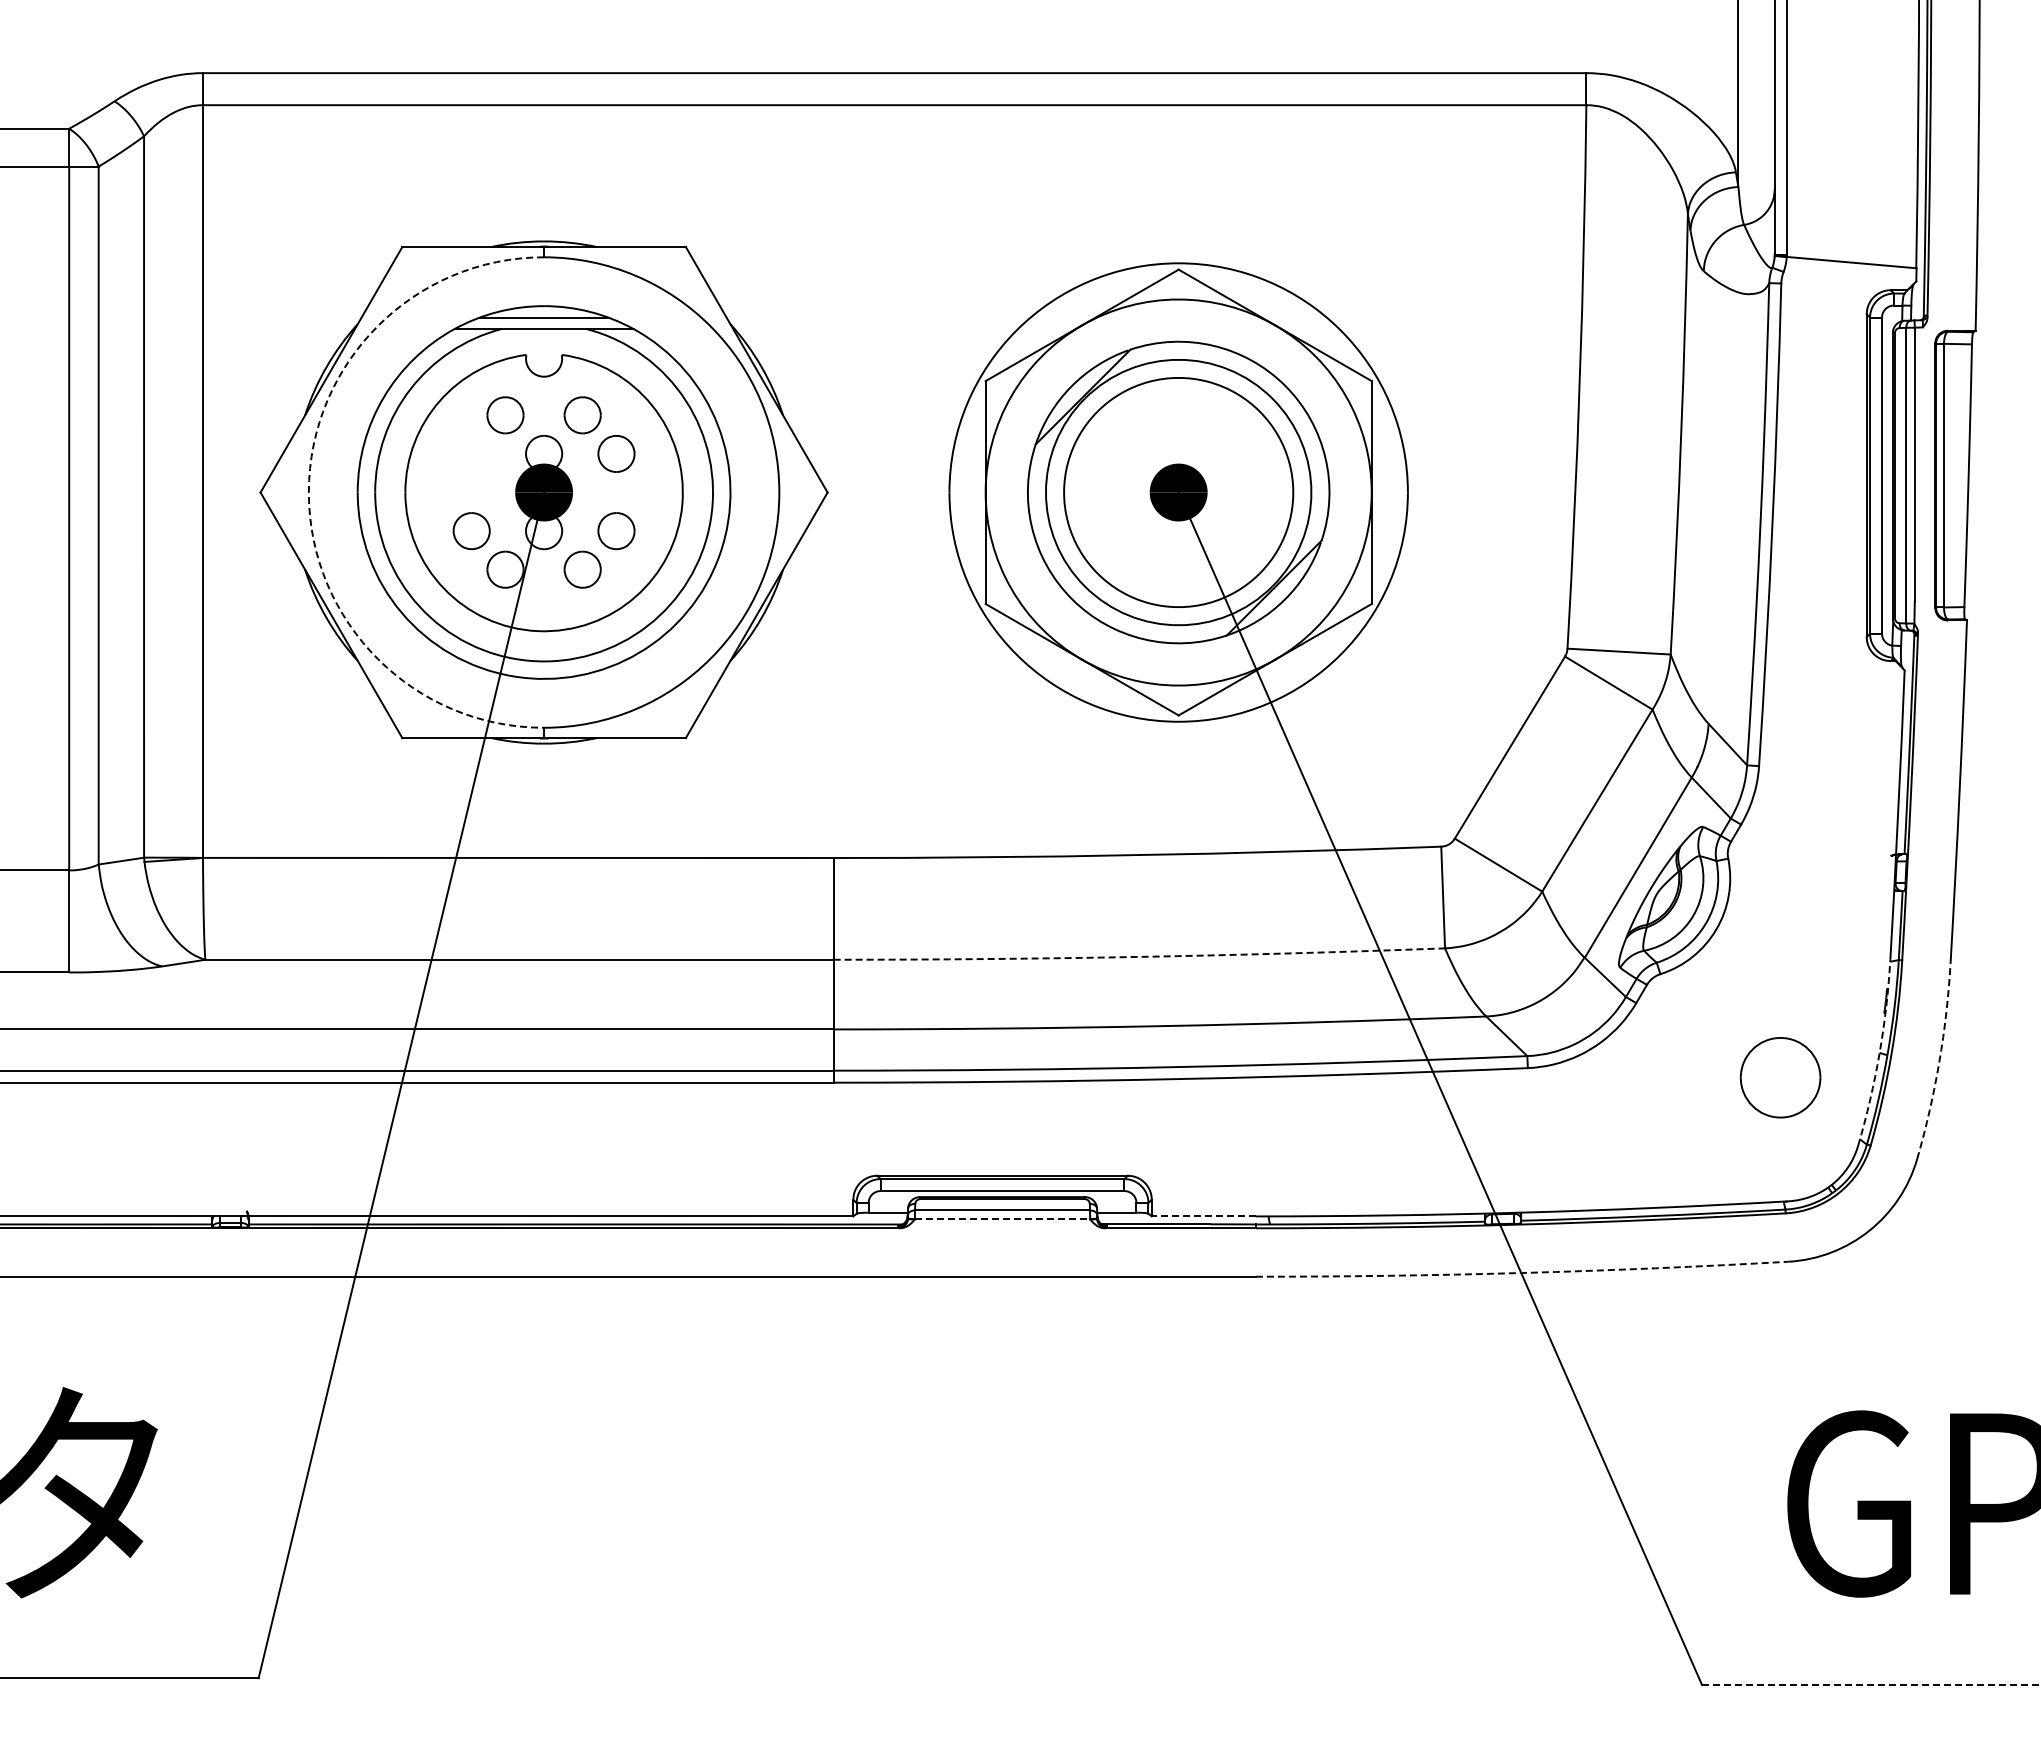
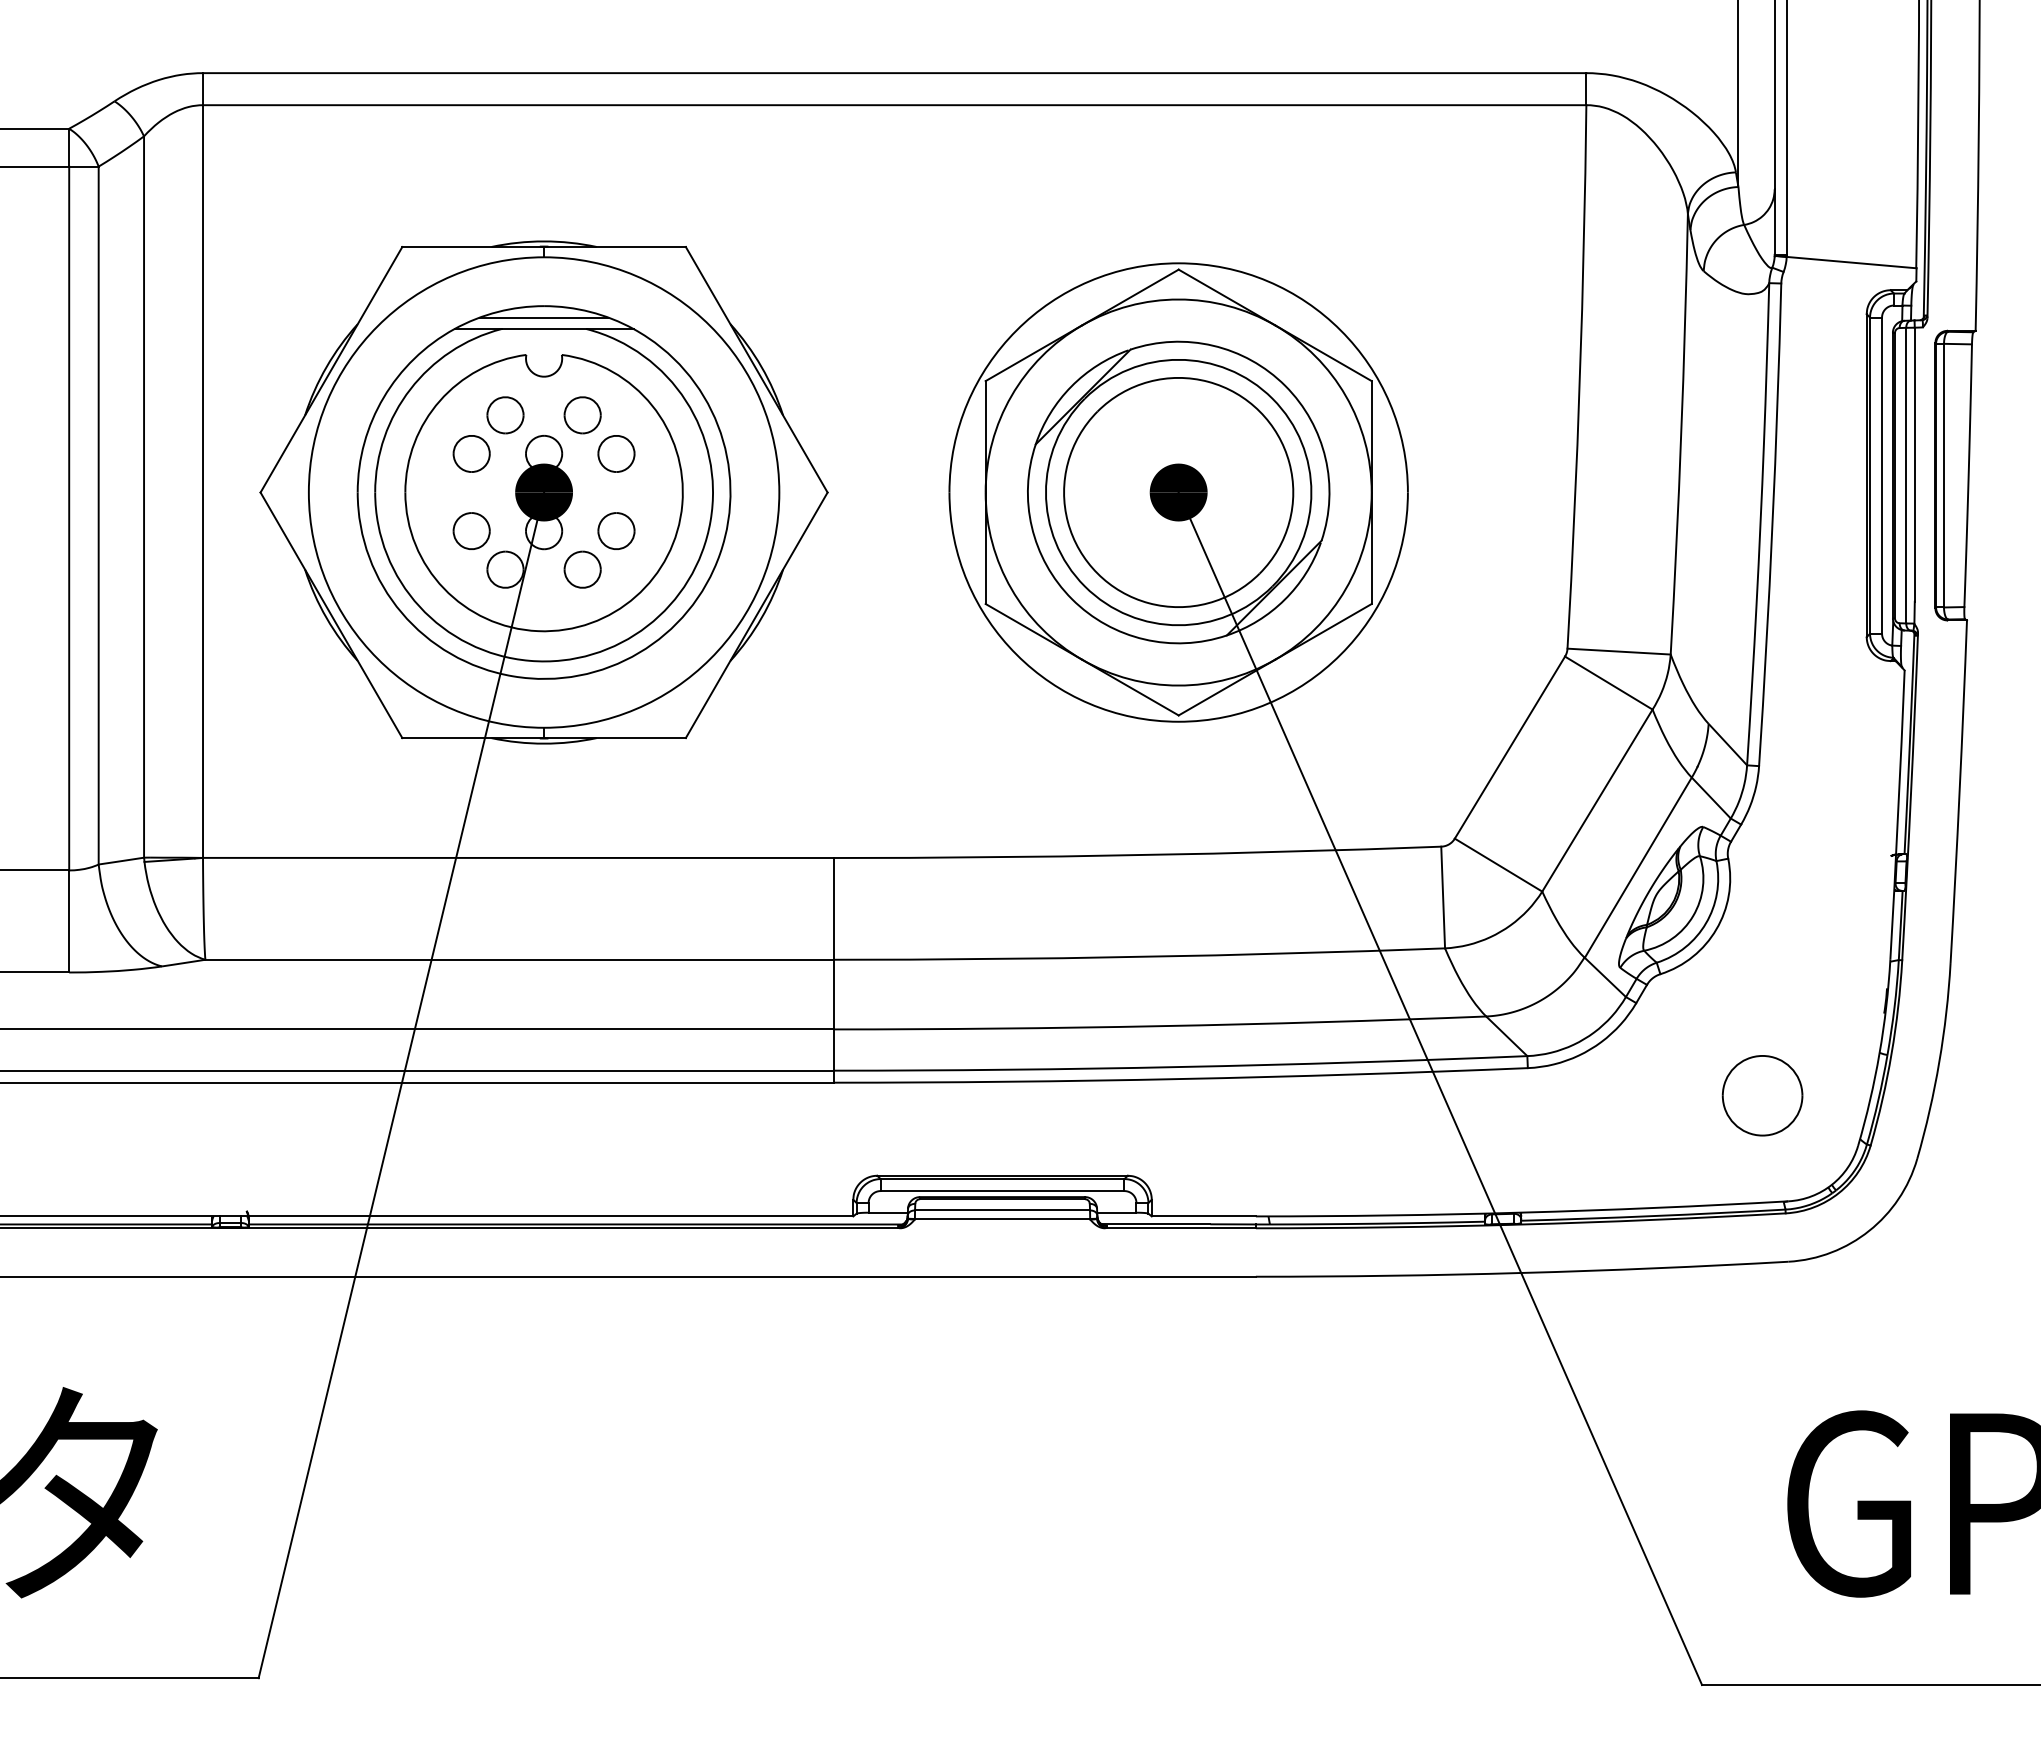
part at (471, 453): none -> present
arc at (308, 492): dashed -> solid
arc at (1139, 956): dashed -> solid
arc at (1879, 1053): dashed -> solid
arc at (1939, 1061): dashed -> solid
part at (1780, 1077) position: (1780, 1077) -> (1762, 1095)
line at (1203, 1216): dashed -> solid
line at (1002, 1219): dashed -> solid
arc at (1522, 1272): dashed -> solid
line at (1871, 1685): dashed -> solid
